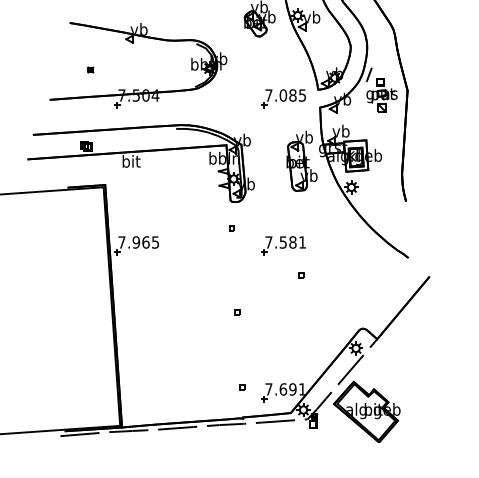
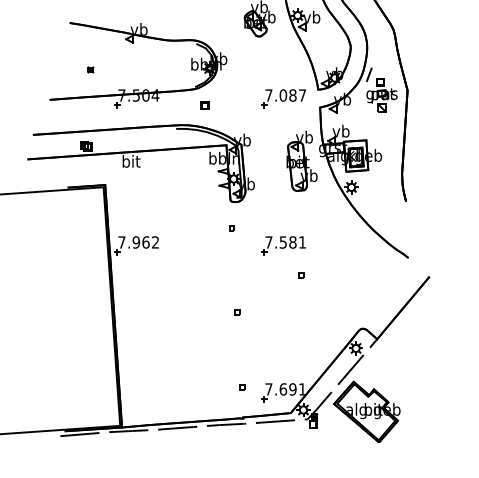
text at (302, 95): 7.085 -> 7.087
part at (204, 105): none -> present
text at (155, 242): 7.965 -> 7.962
